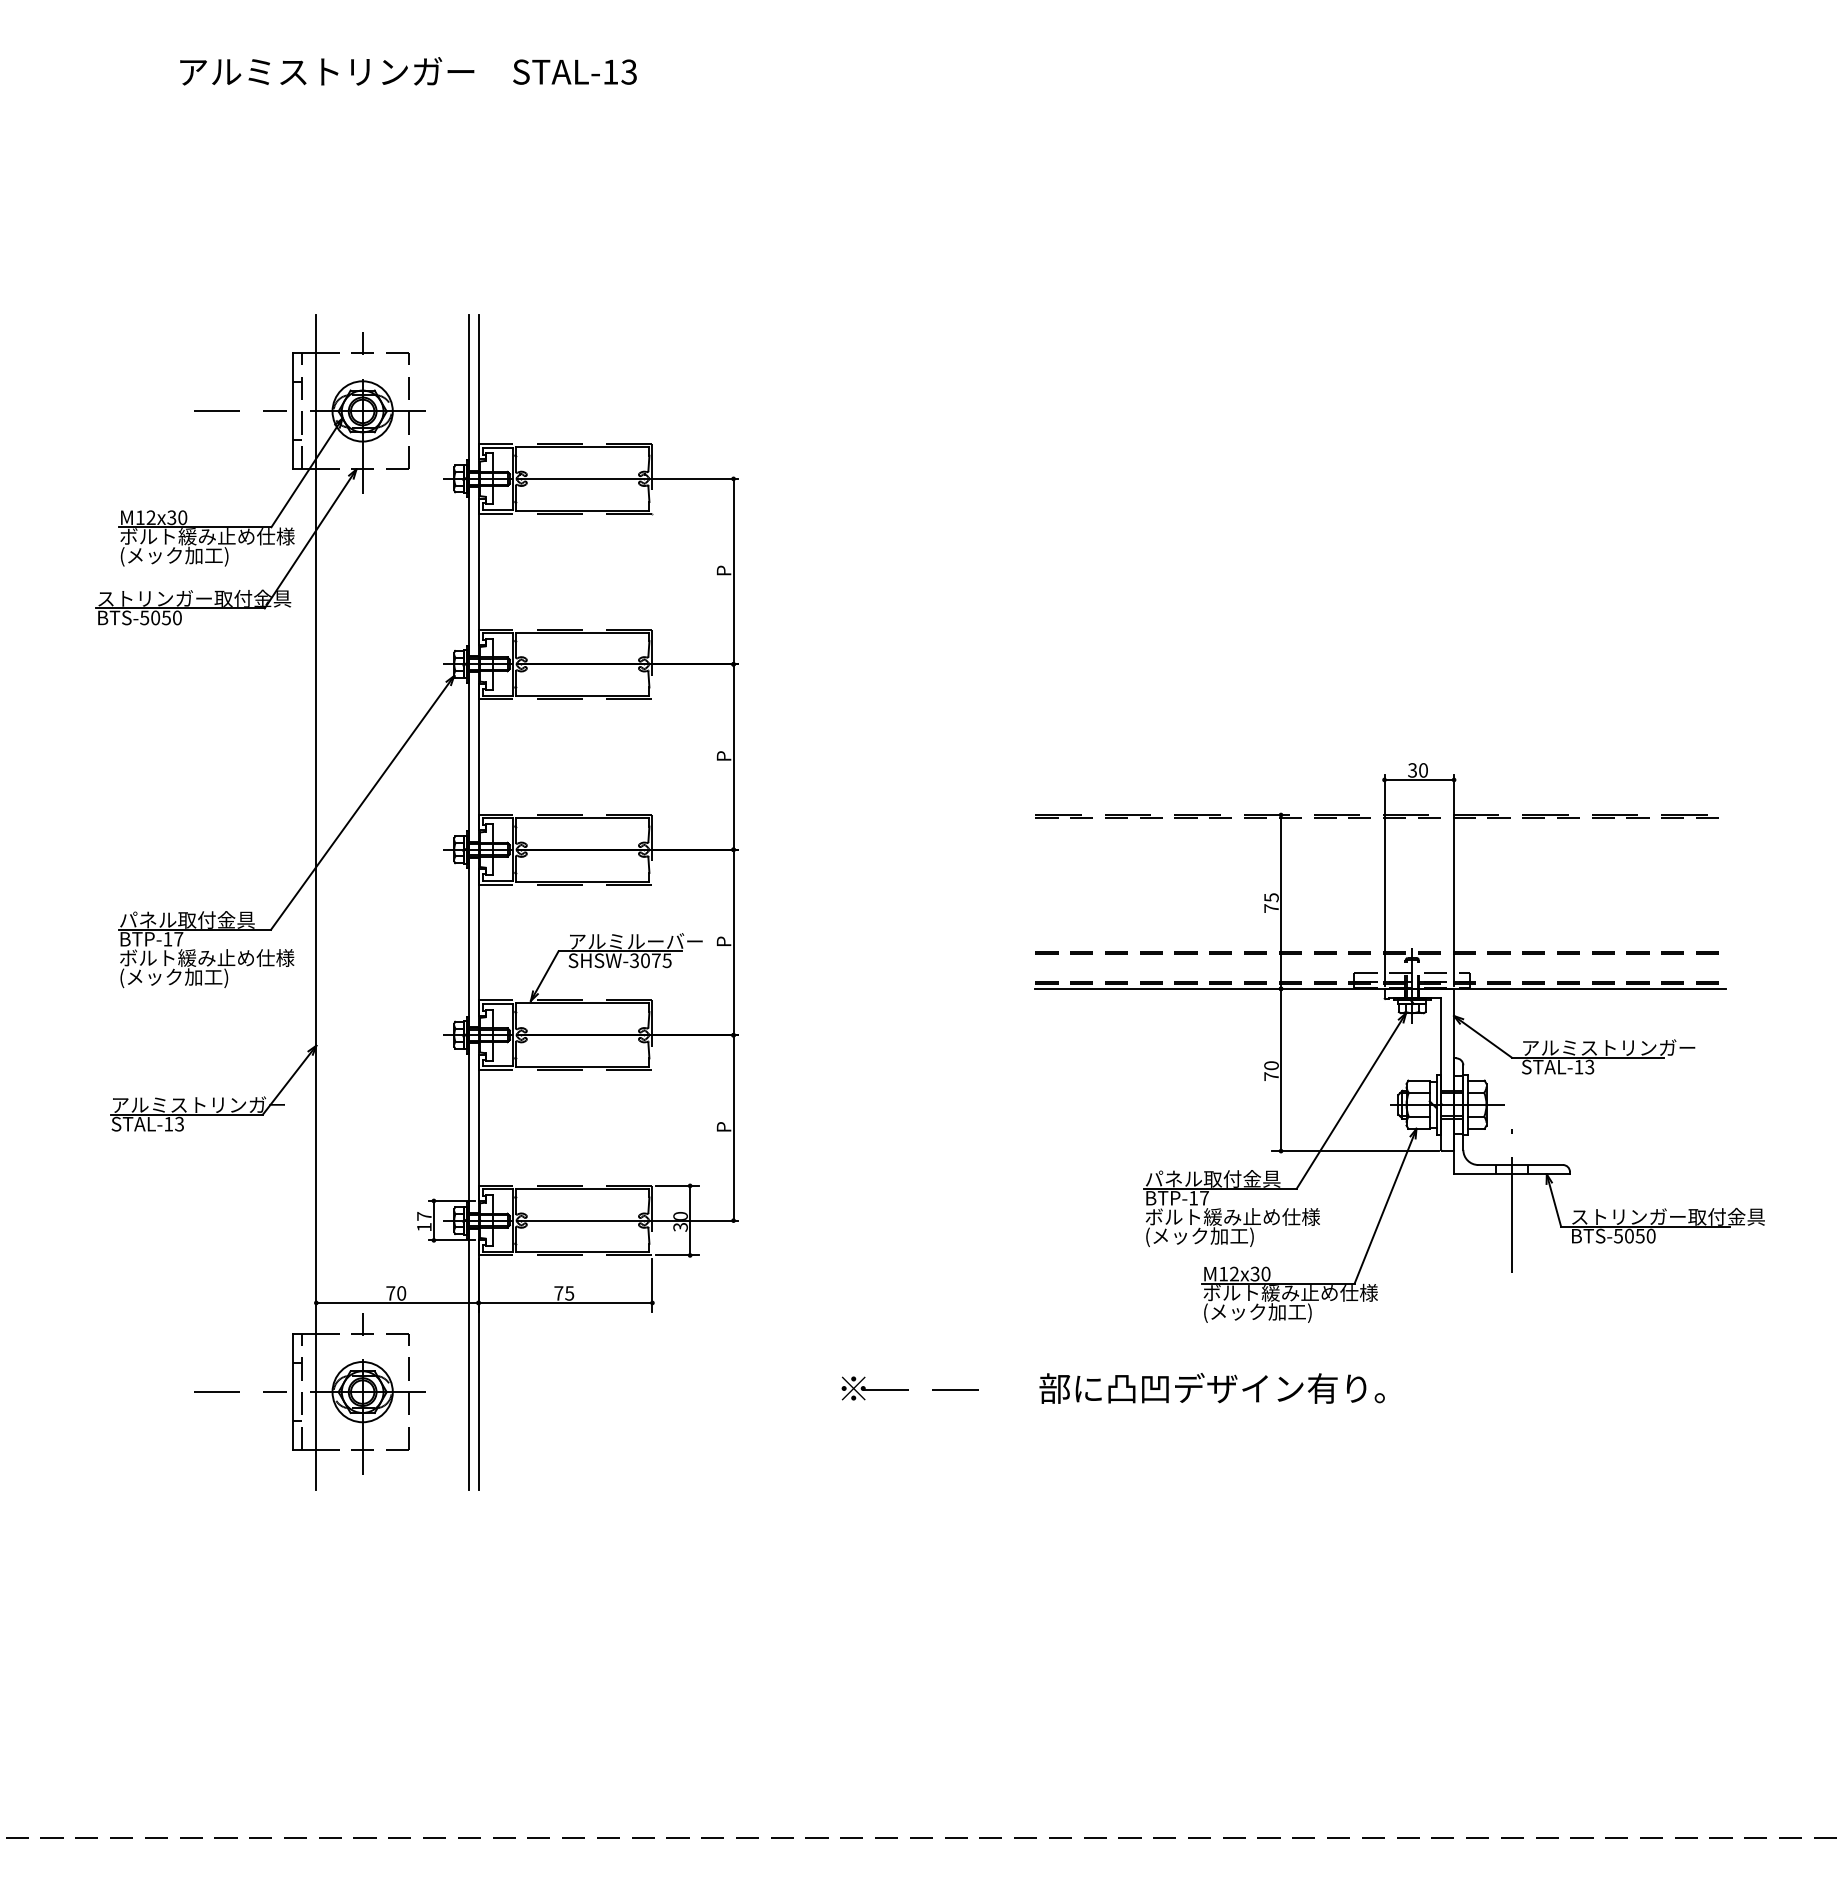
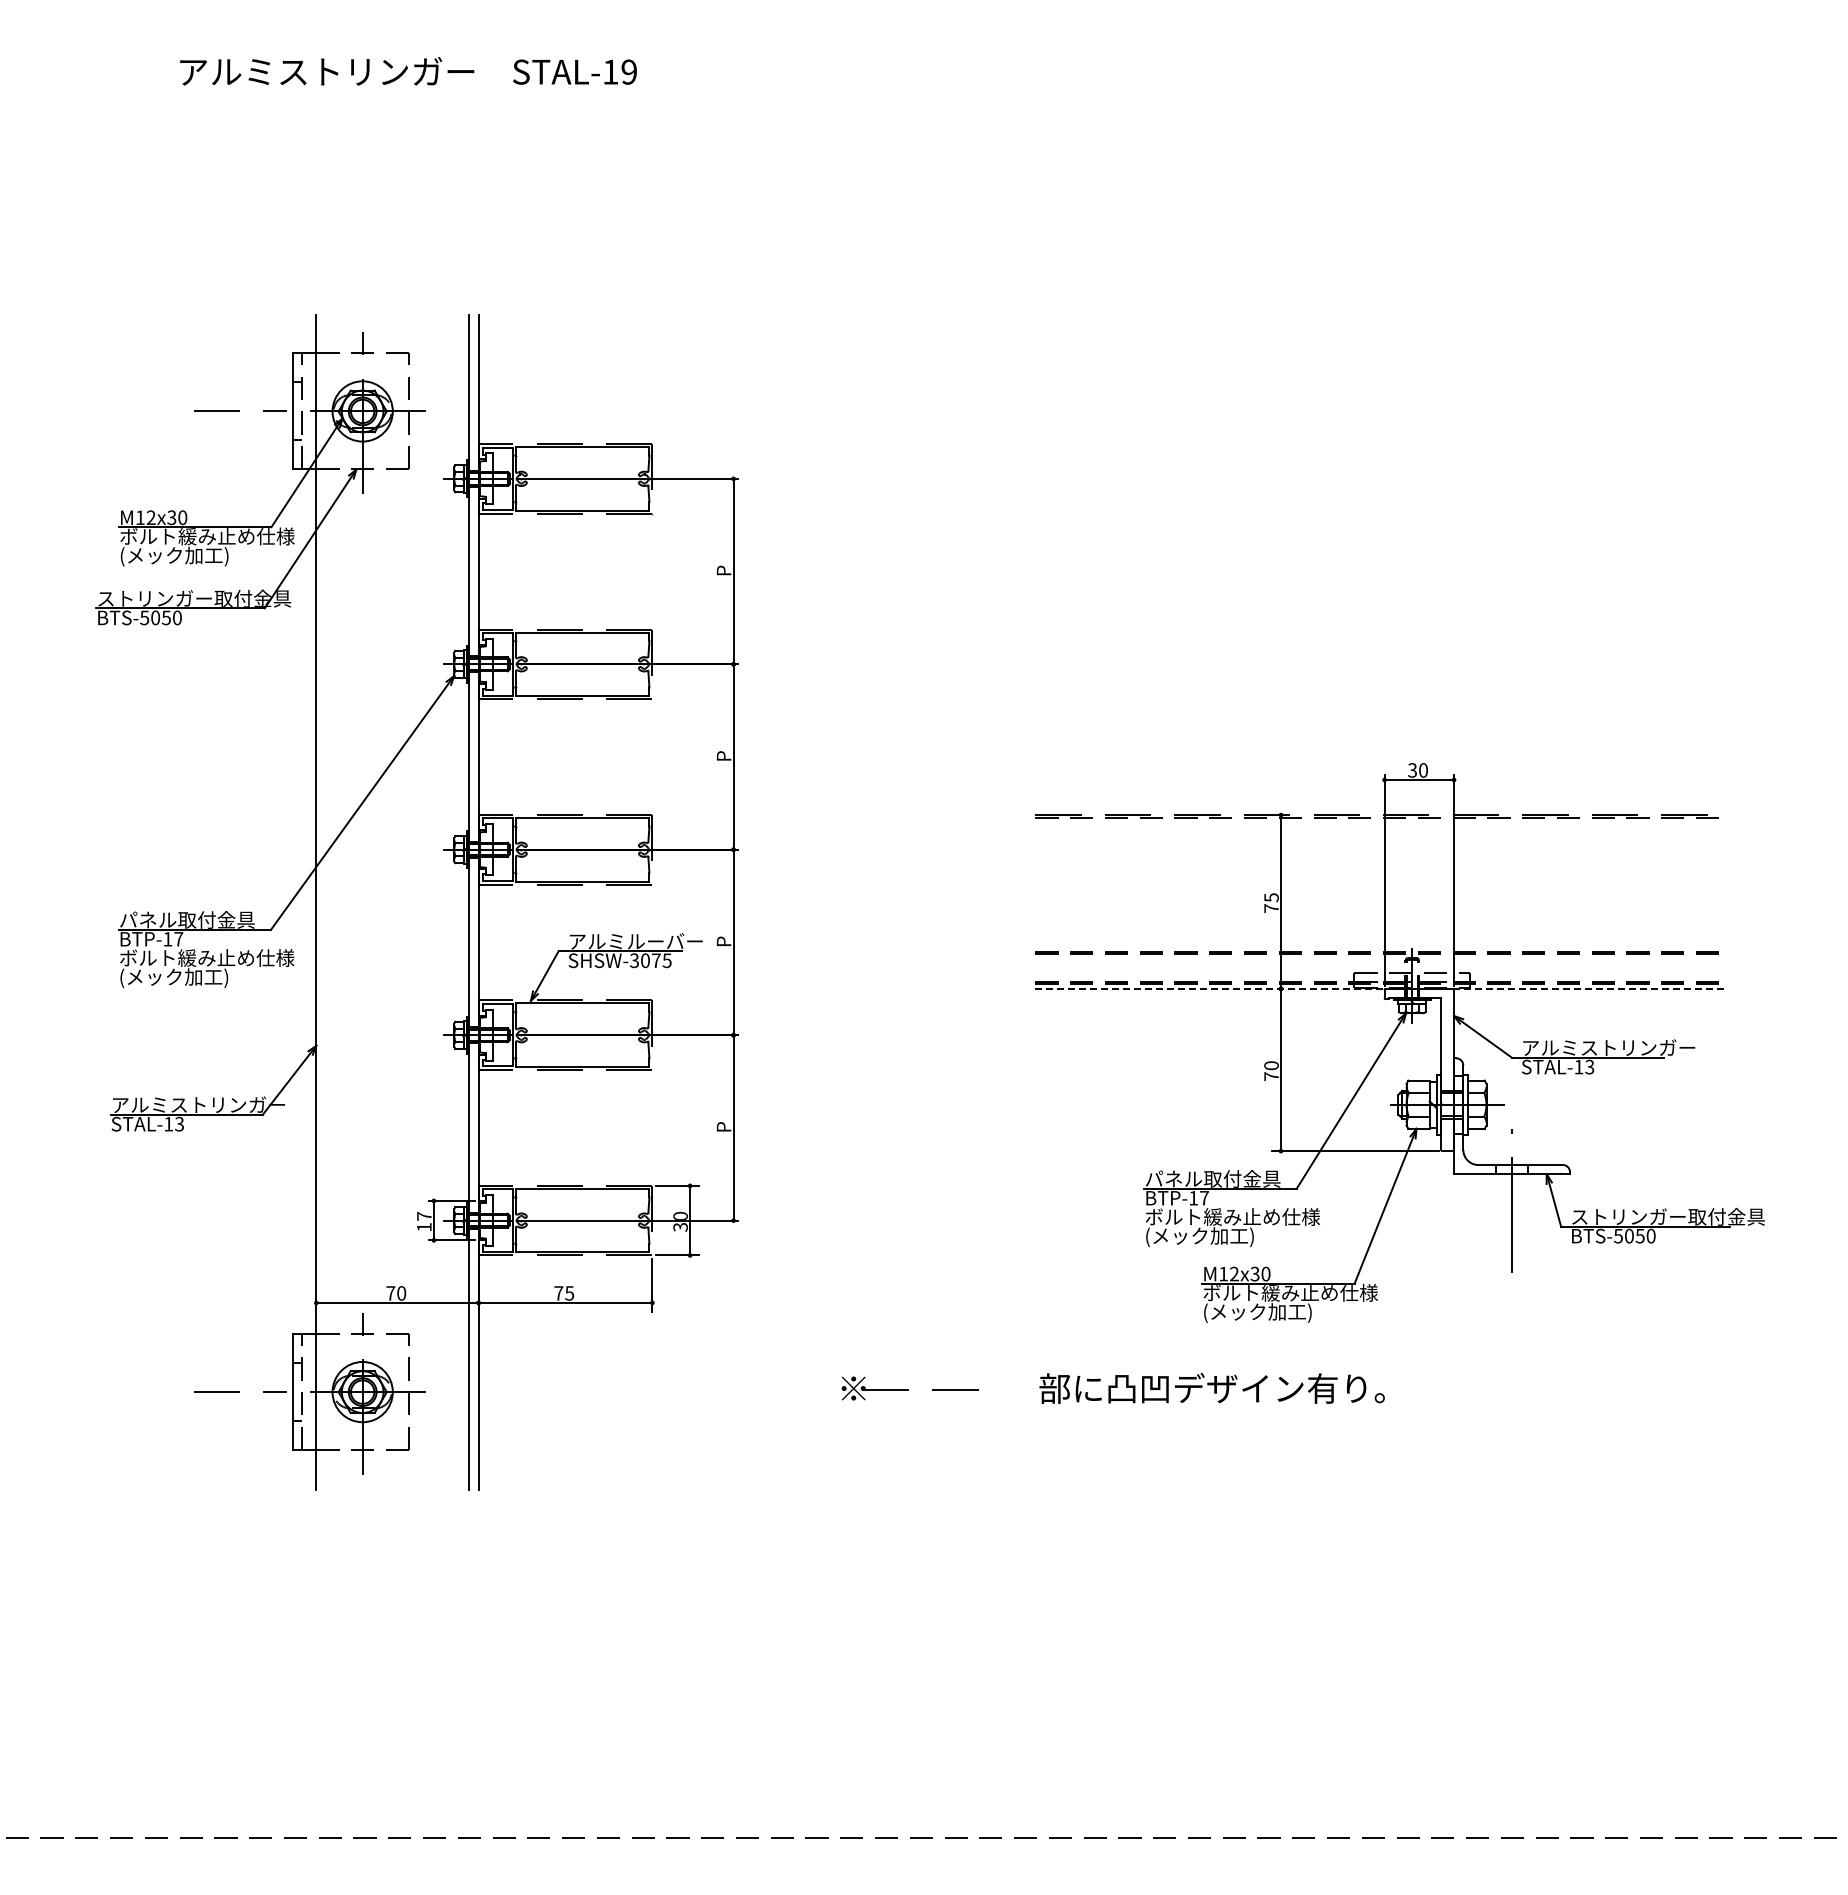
text at (628, 71): STAL-13 -> STAL-19
line at (1381, 988): solid -> dashed
